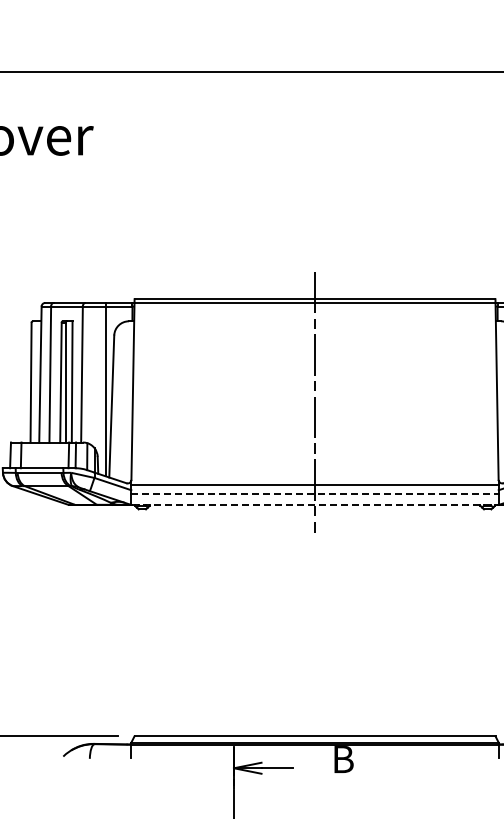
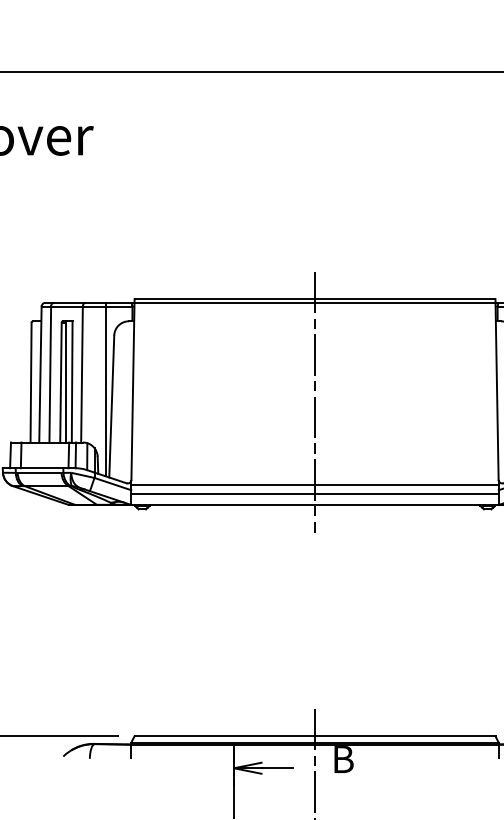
line at (315, 494): dashed -> solid
line at (315, 504): dashed -> solid
line at (315, 762): none -> present
